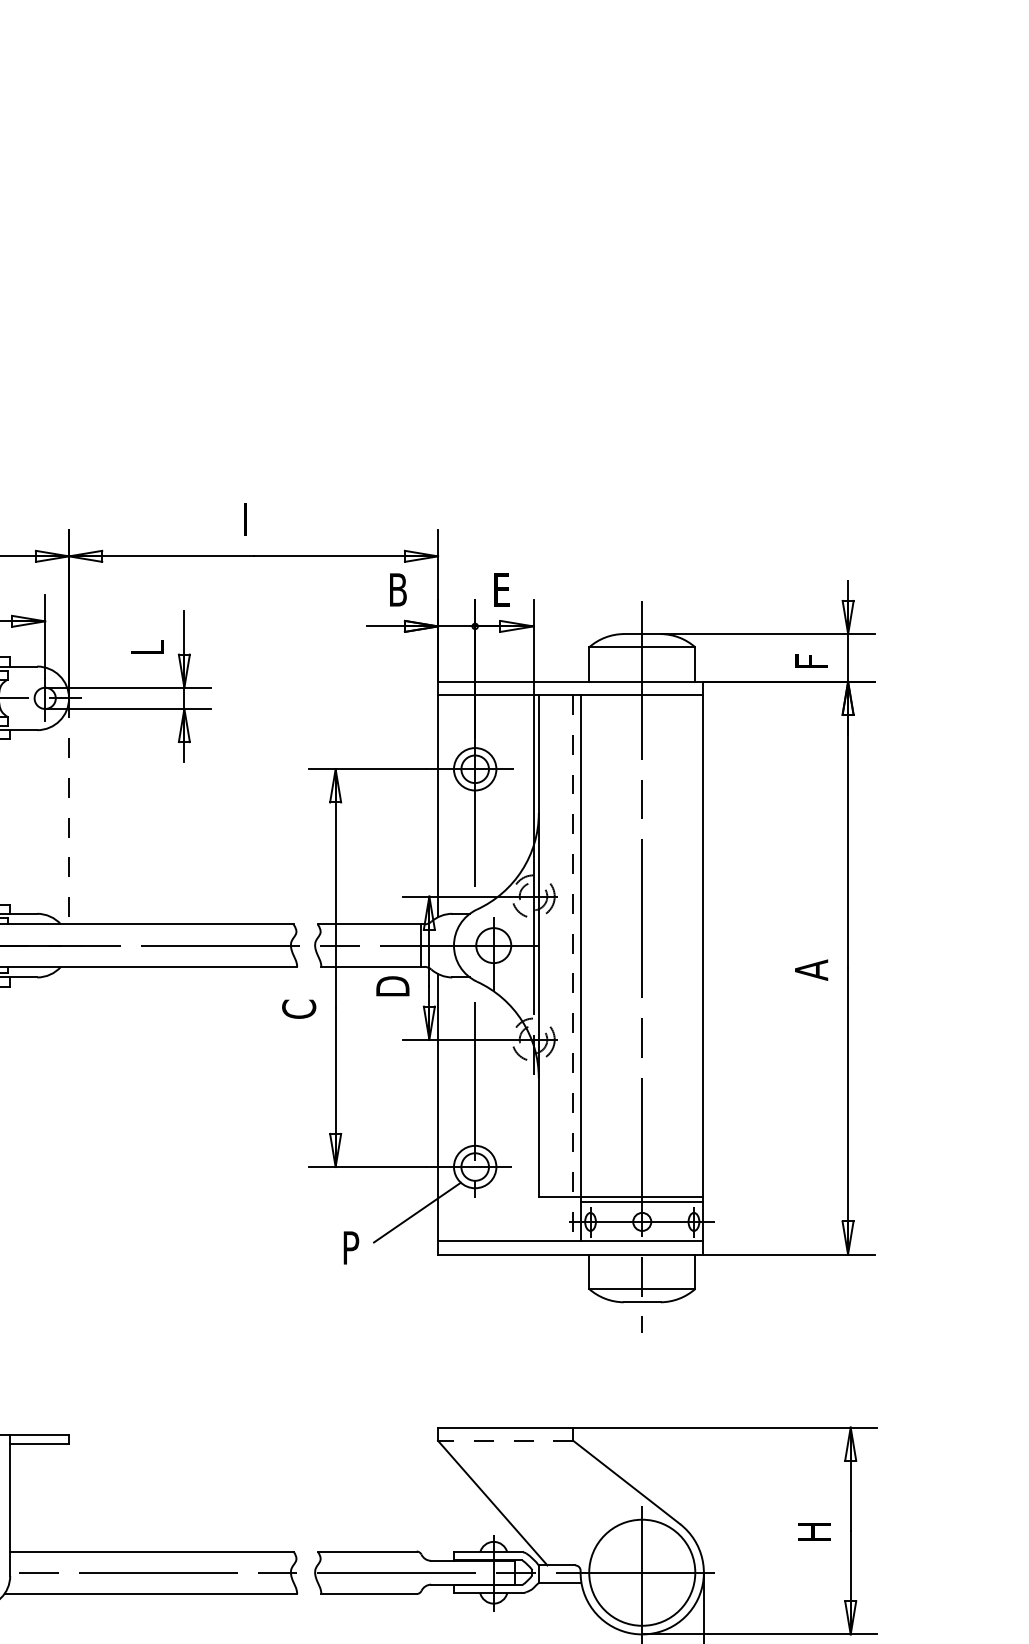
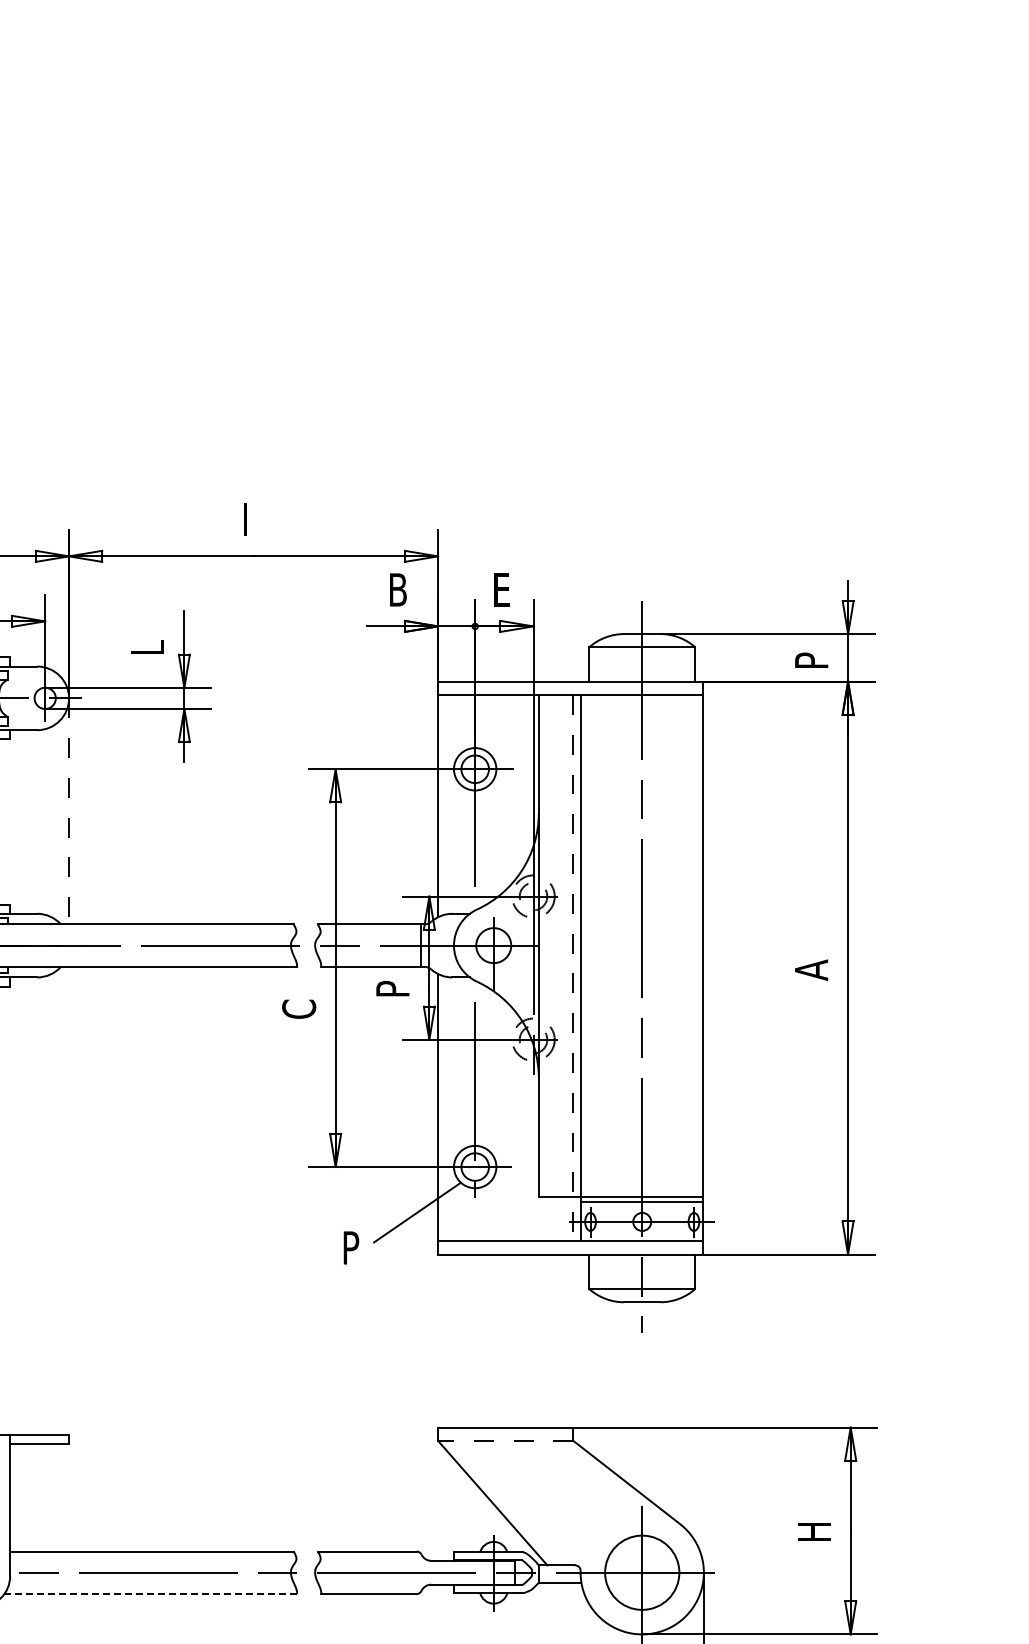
text at (811, 659): F -> P
text at (392, 984): D -> P
circle at (642, 1572) diameter: 106 px -> 74 px
line at (150, 1593): solid -> dashed
